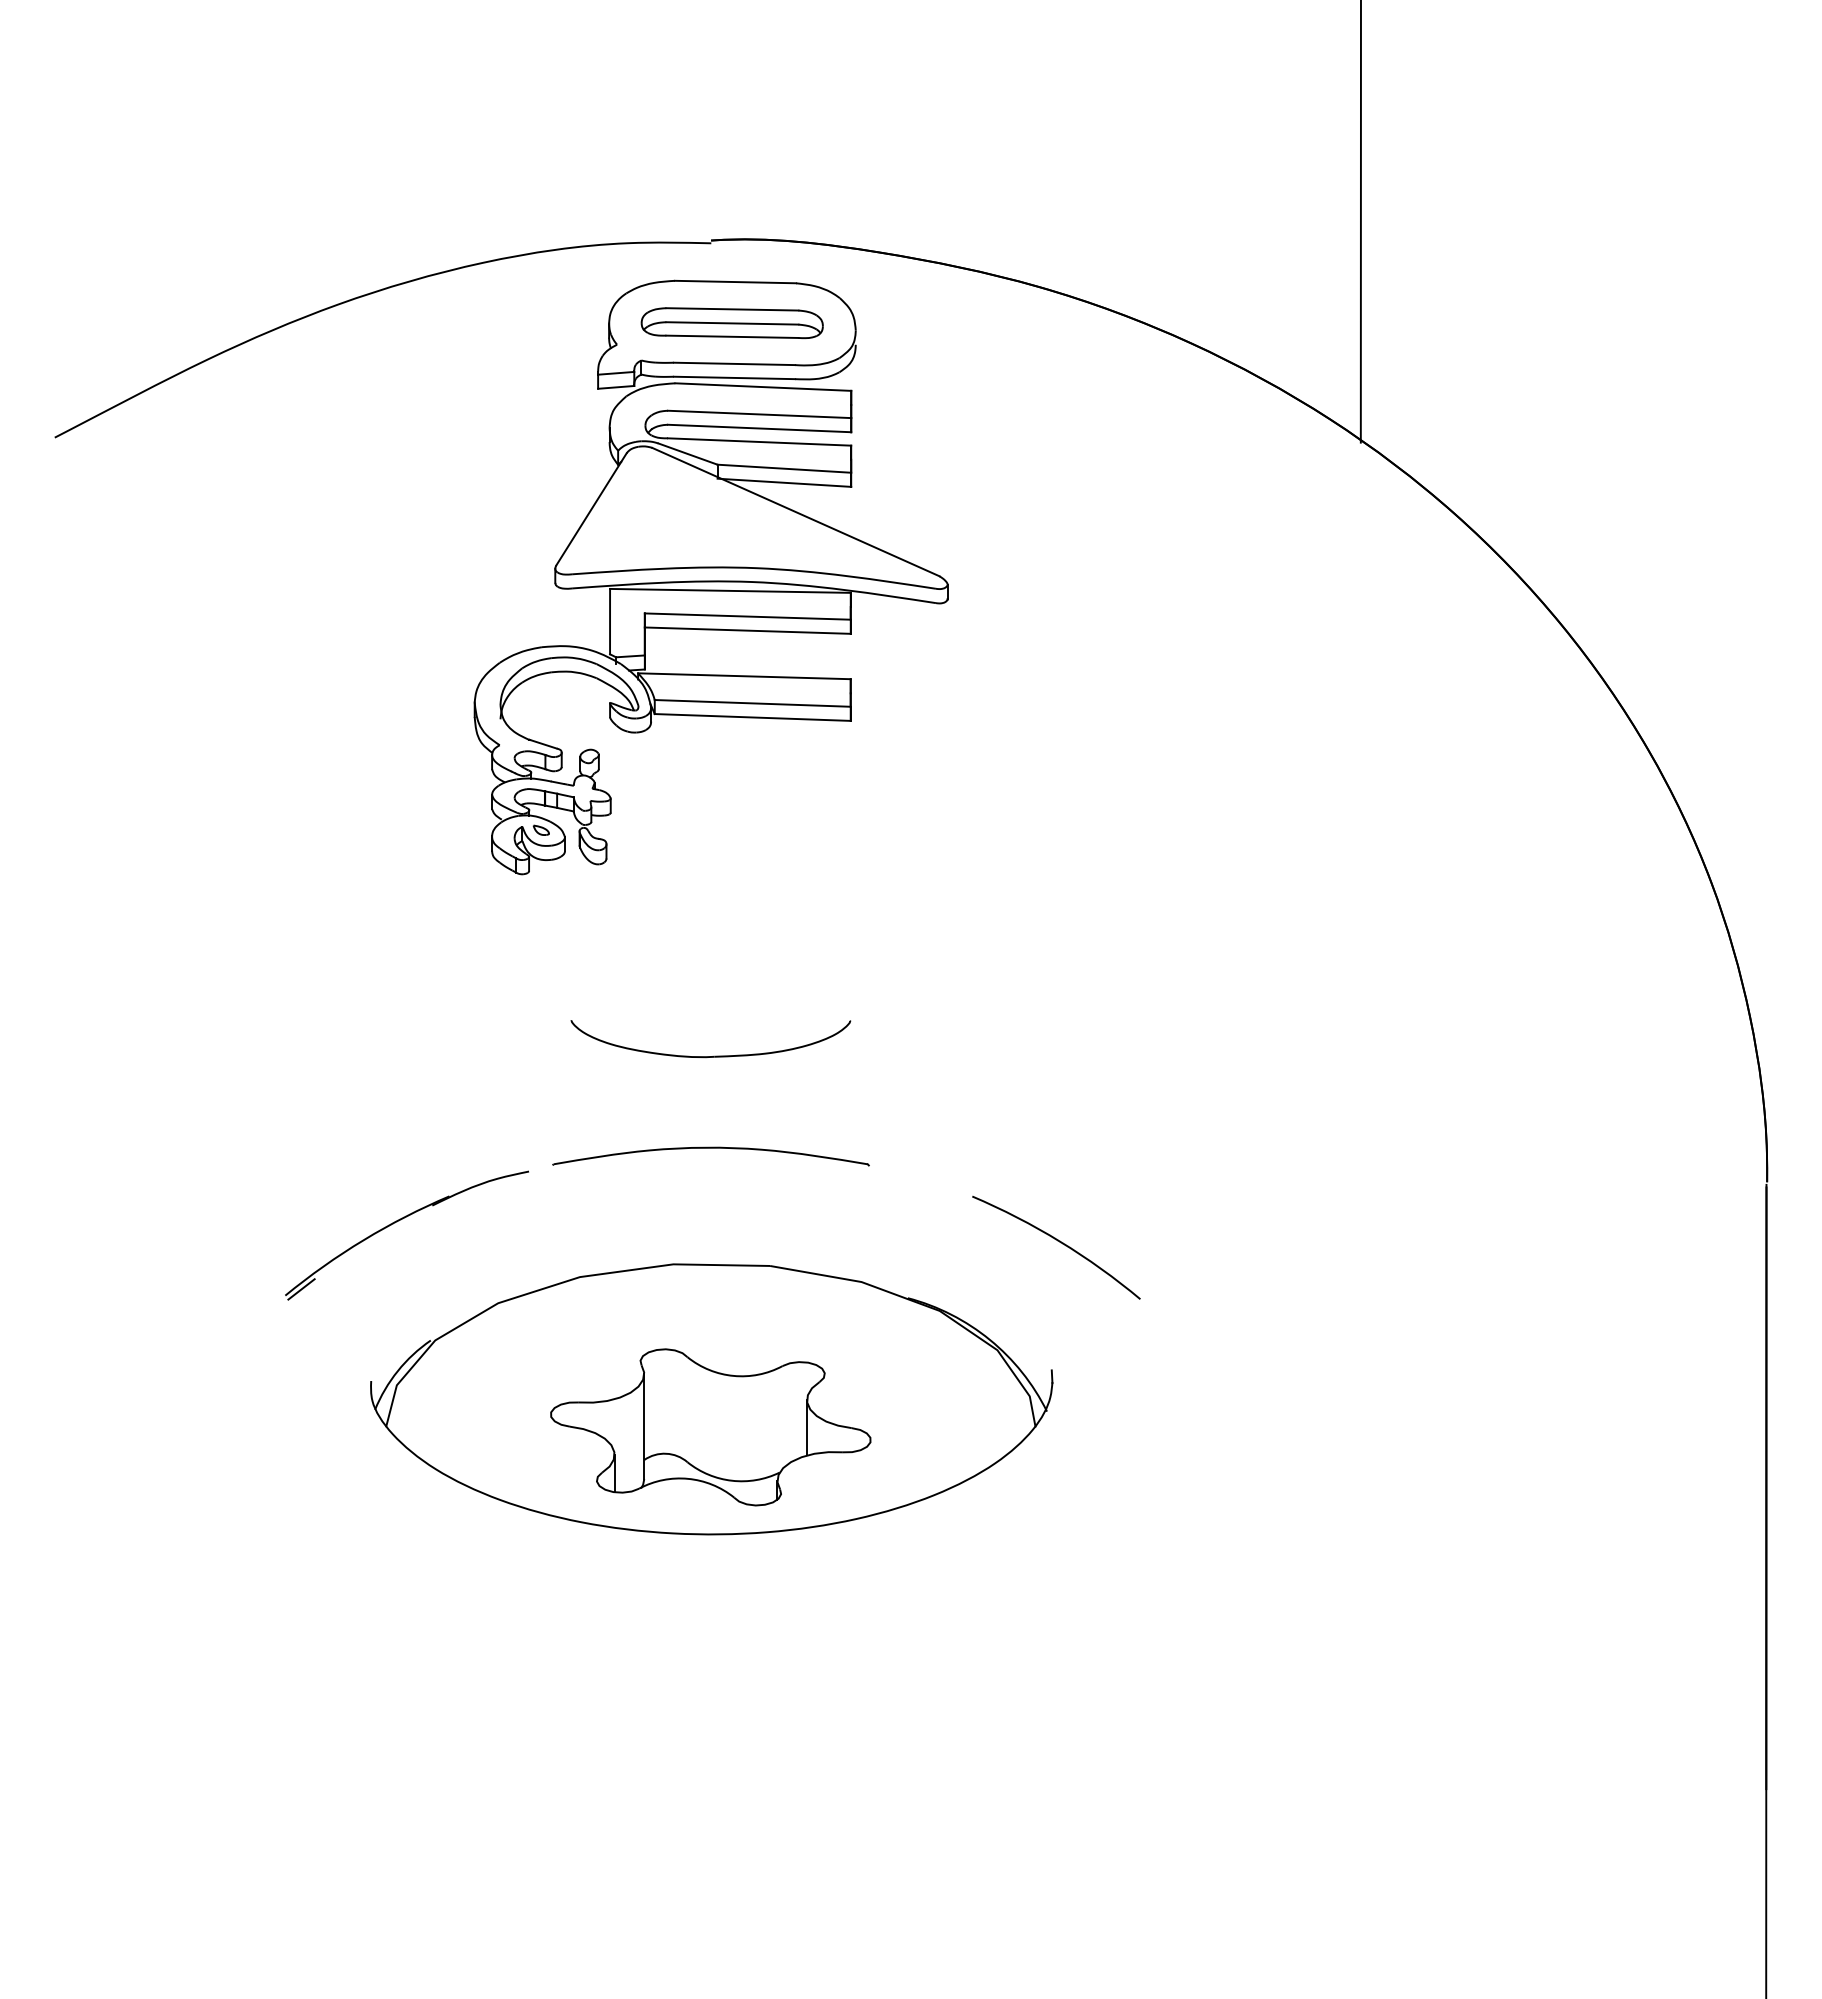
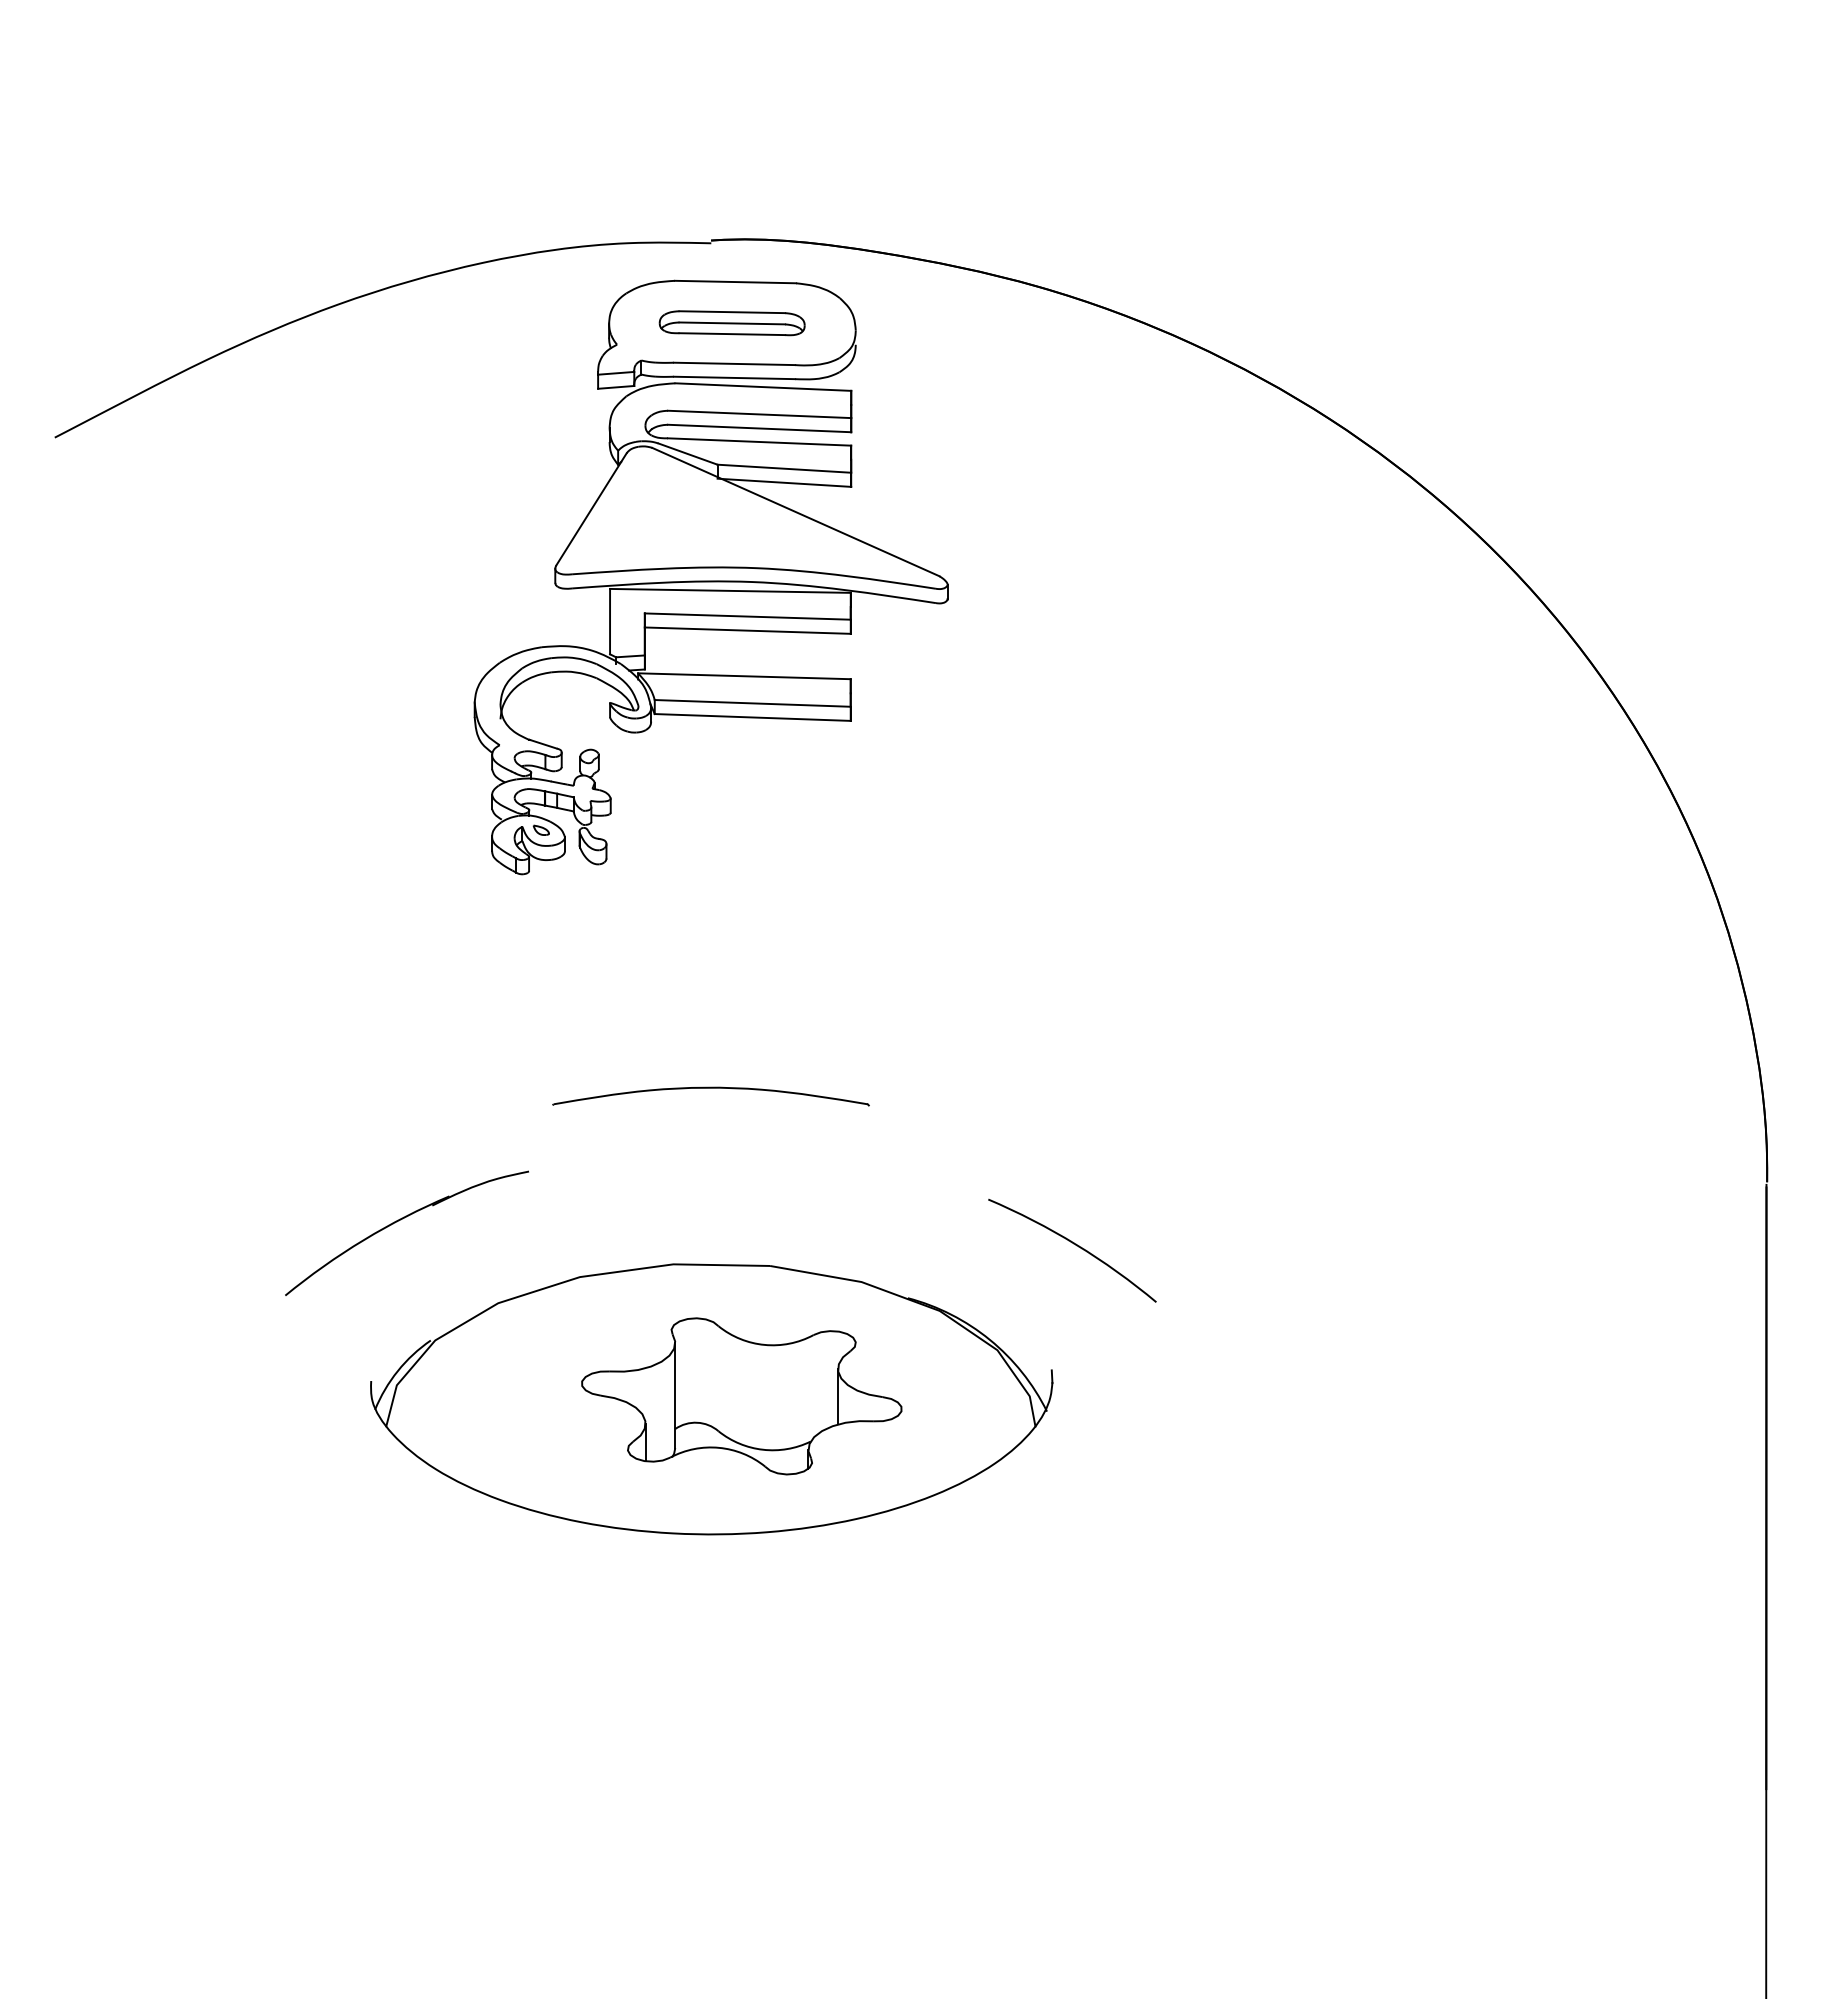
line at (1360, 222): present -> none
part at (731, 323) size: 184x33 px -> 148x27 px
part at (713, 1055): present -> none
part at (710, 1148) position: (710, 1148) -> (710, 1088)
arc at (1060, 1243) position: (1060, 1243) -> (1076, 1246)
line at (301, 1289): present -> none
part at (710, 1427) position: (710, 1427) -> (741, 1396)
